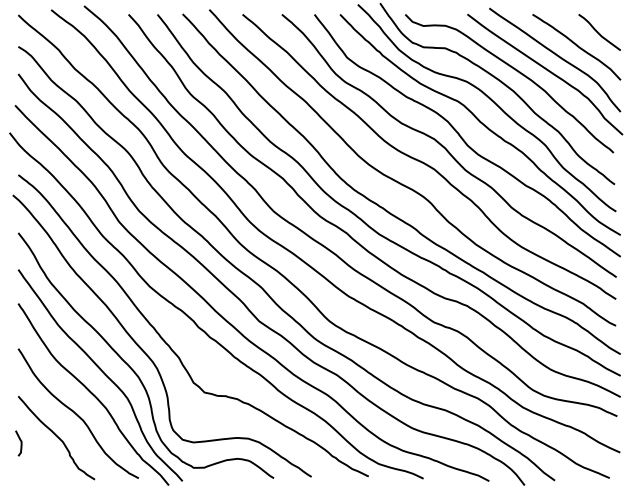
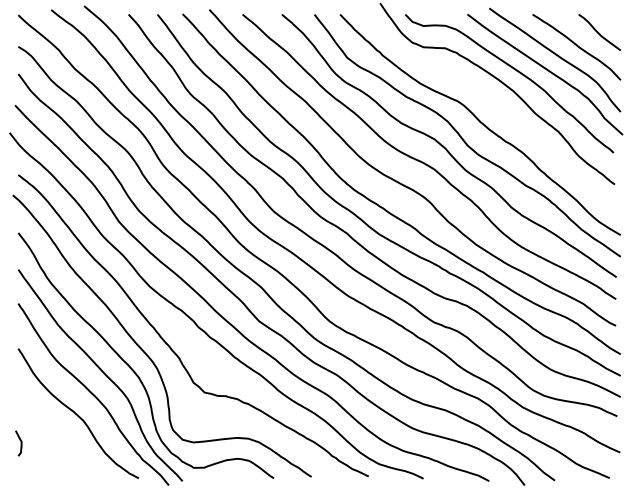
curve at (492, 102): present -> none
curve at (56, 437): present -> none
